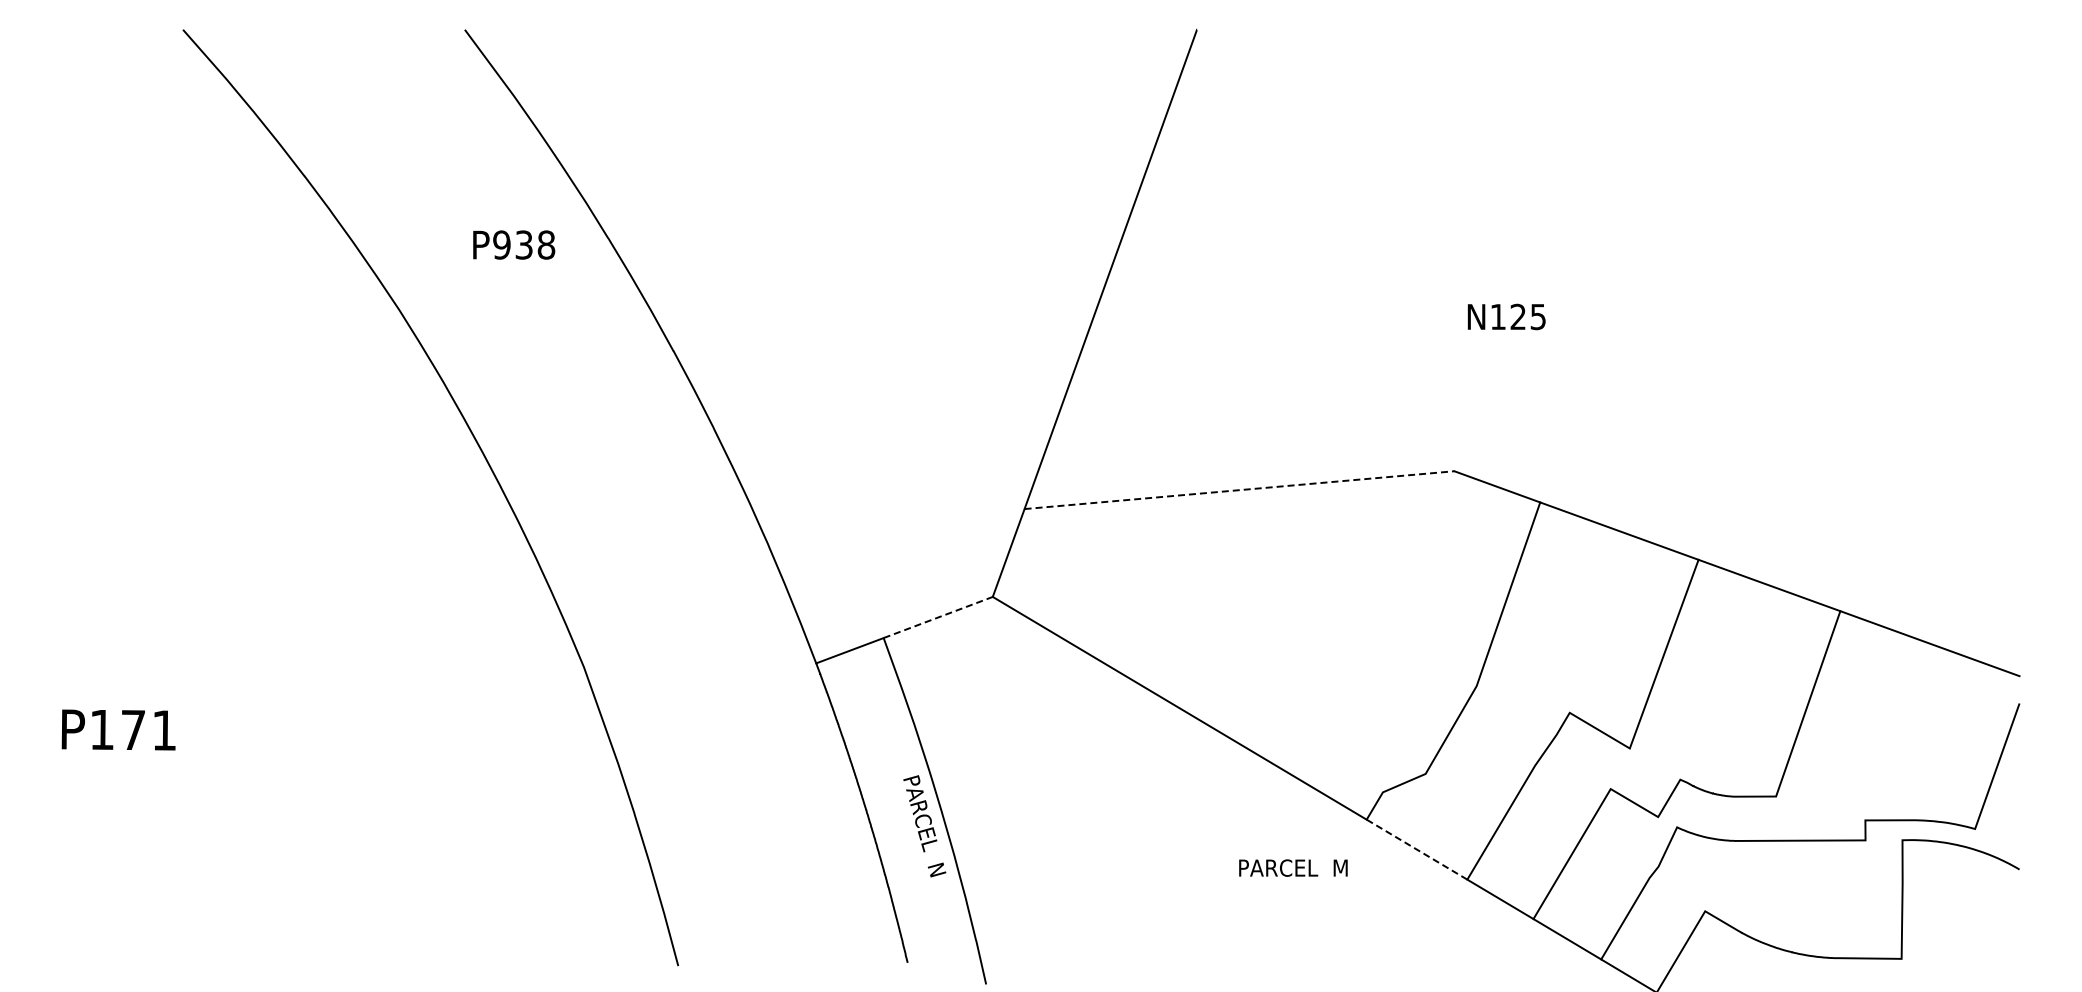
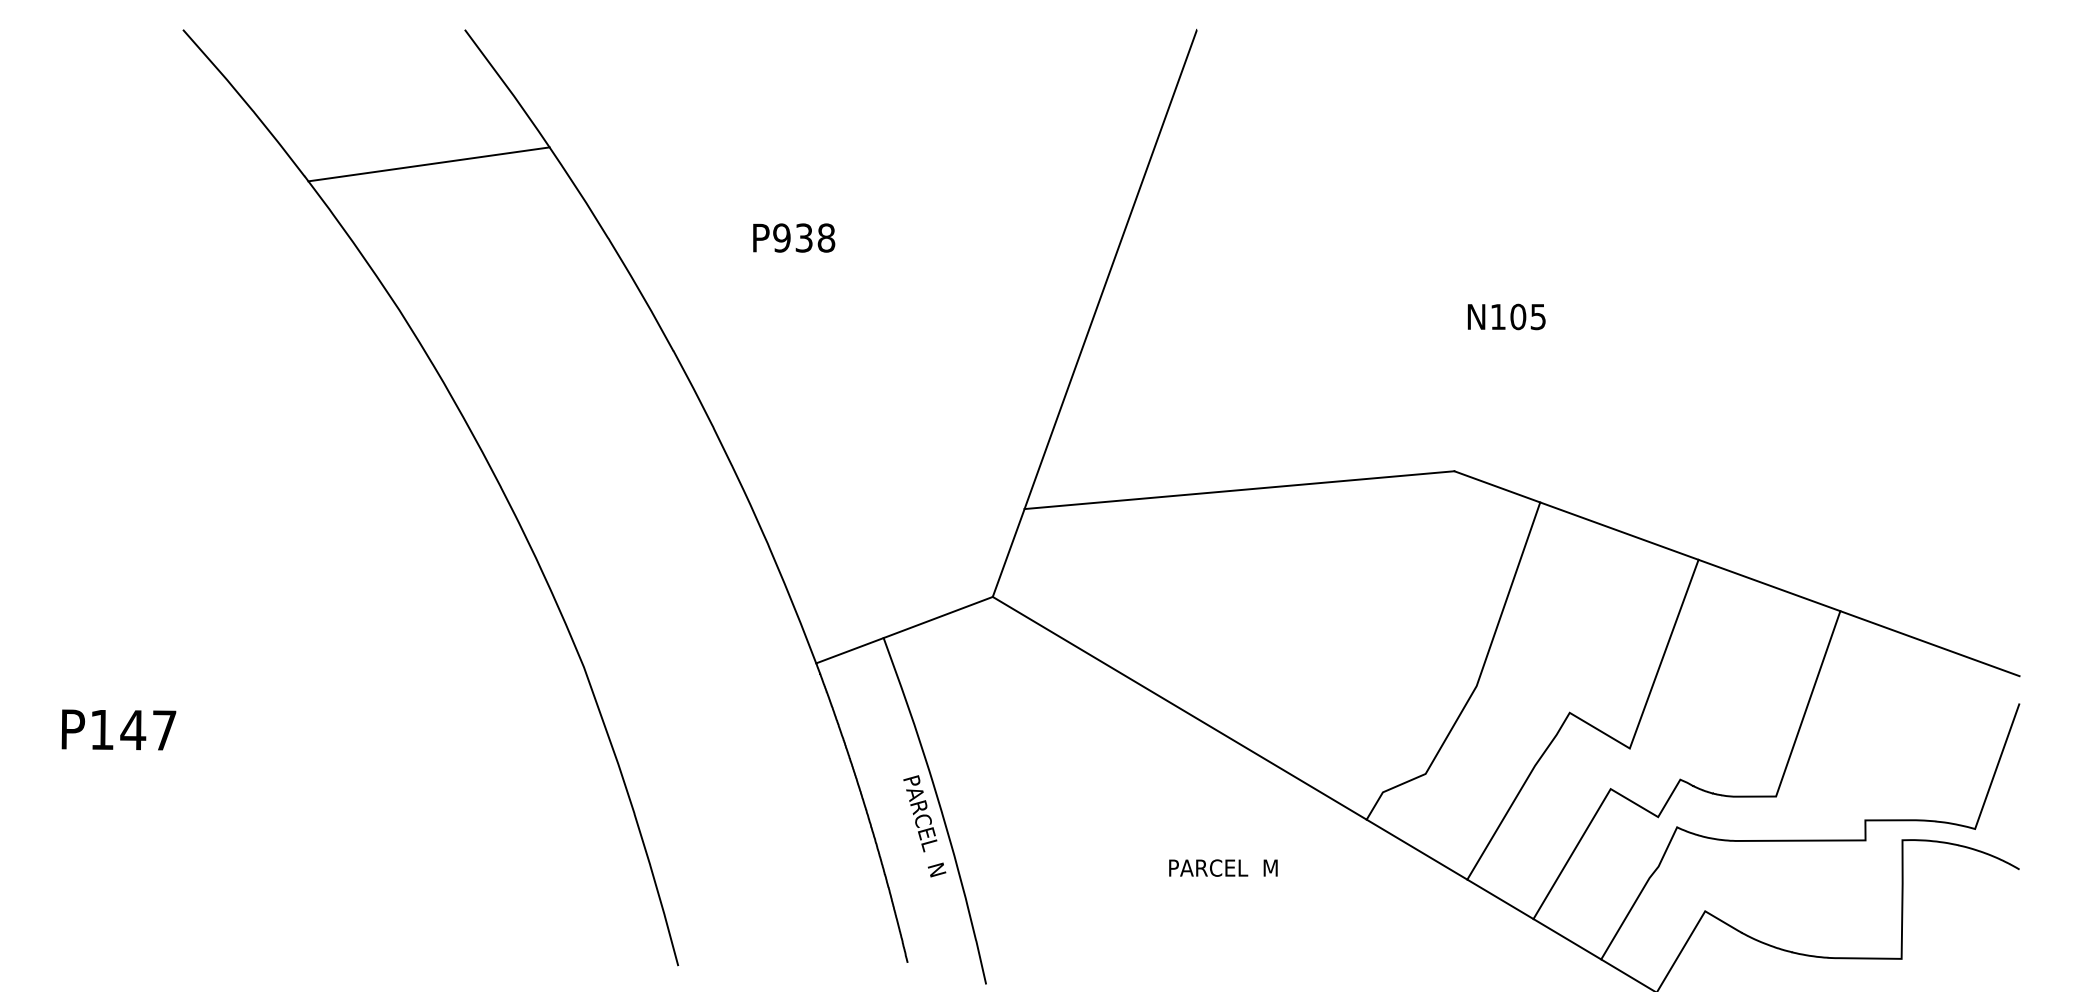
line at (428, 164): none -> present
text at (514, 244) position: (514, 244) -> (794, 237)
text at (1518, 316): N125 -> N105
line at (1239, 490): dashed -> solid
line at (938, 617): dashed -> solid
text at (148, 730): P171 -> P147
line at (1417, 849): dashed -> solid
text at (1293, 867) position: (1293, 867) -> (1223, 867)
